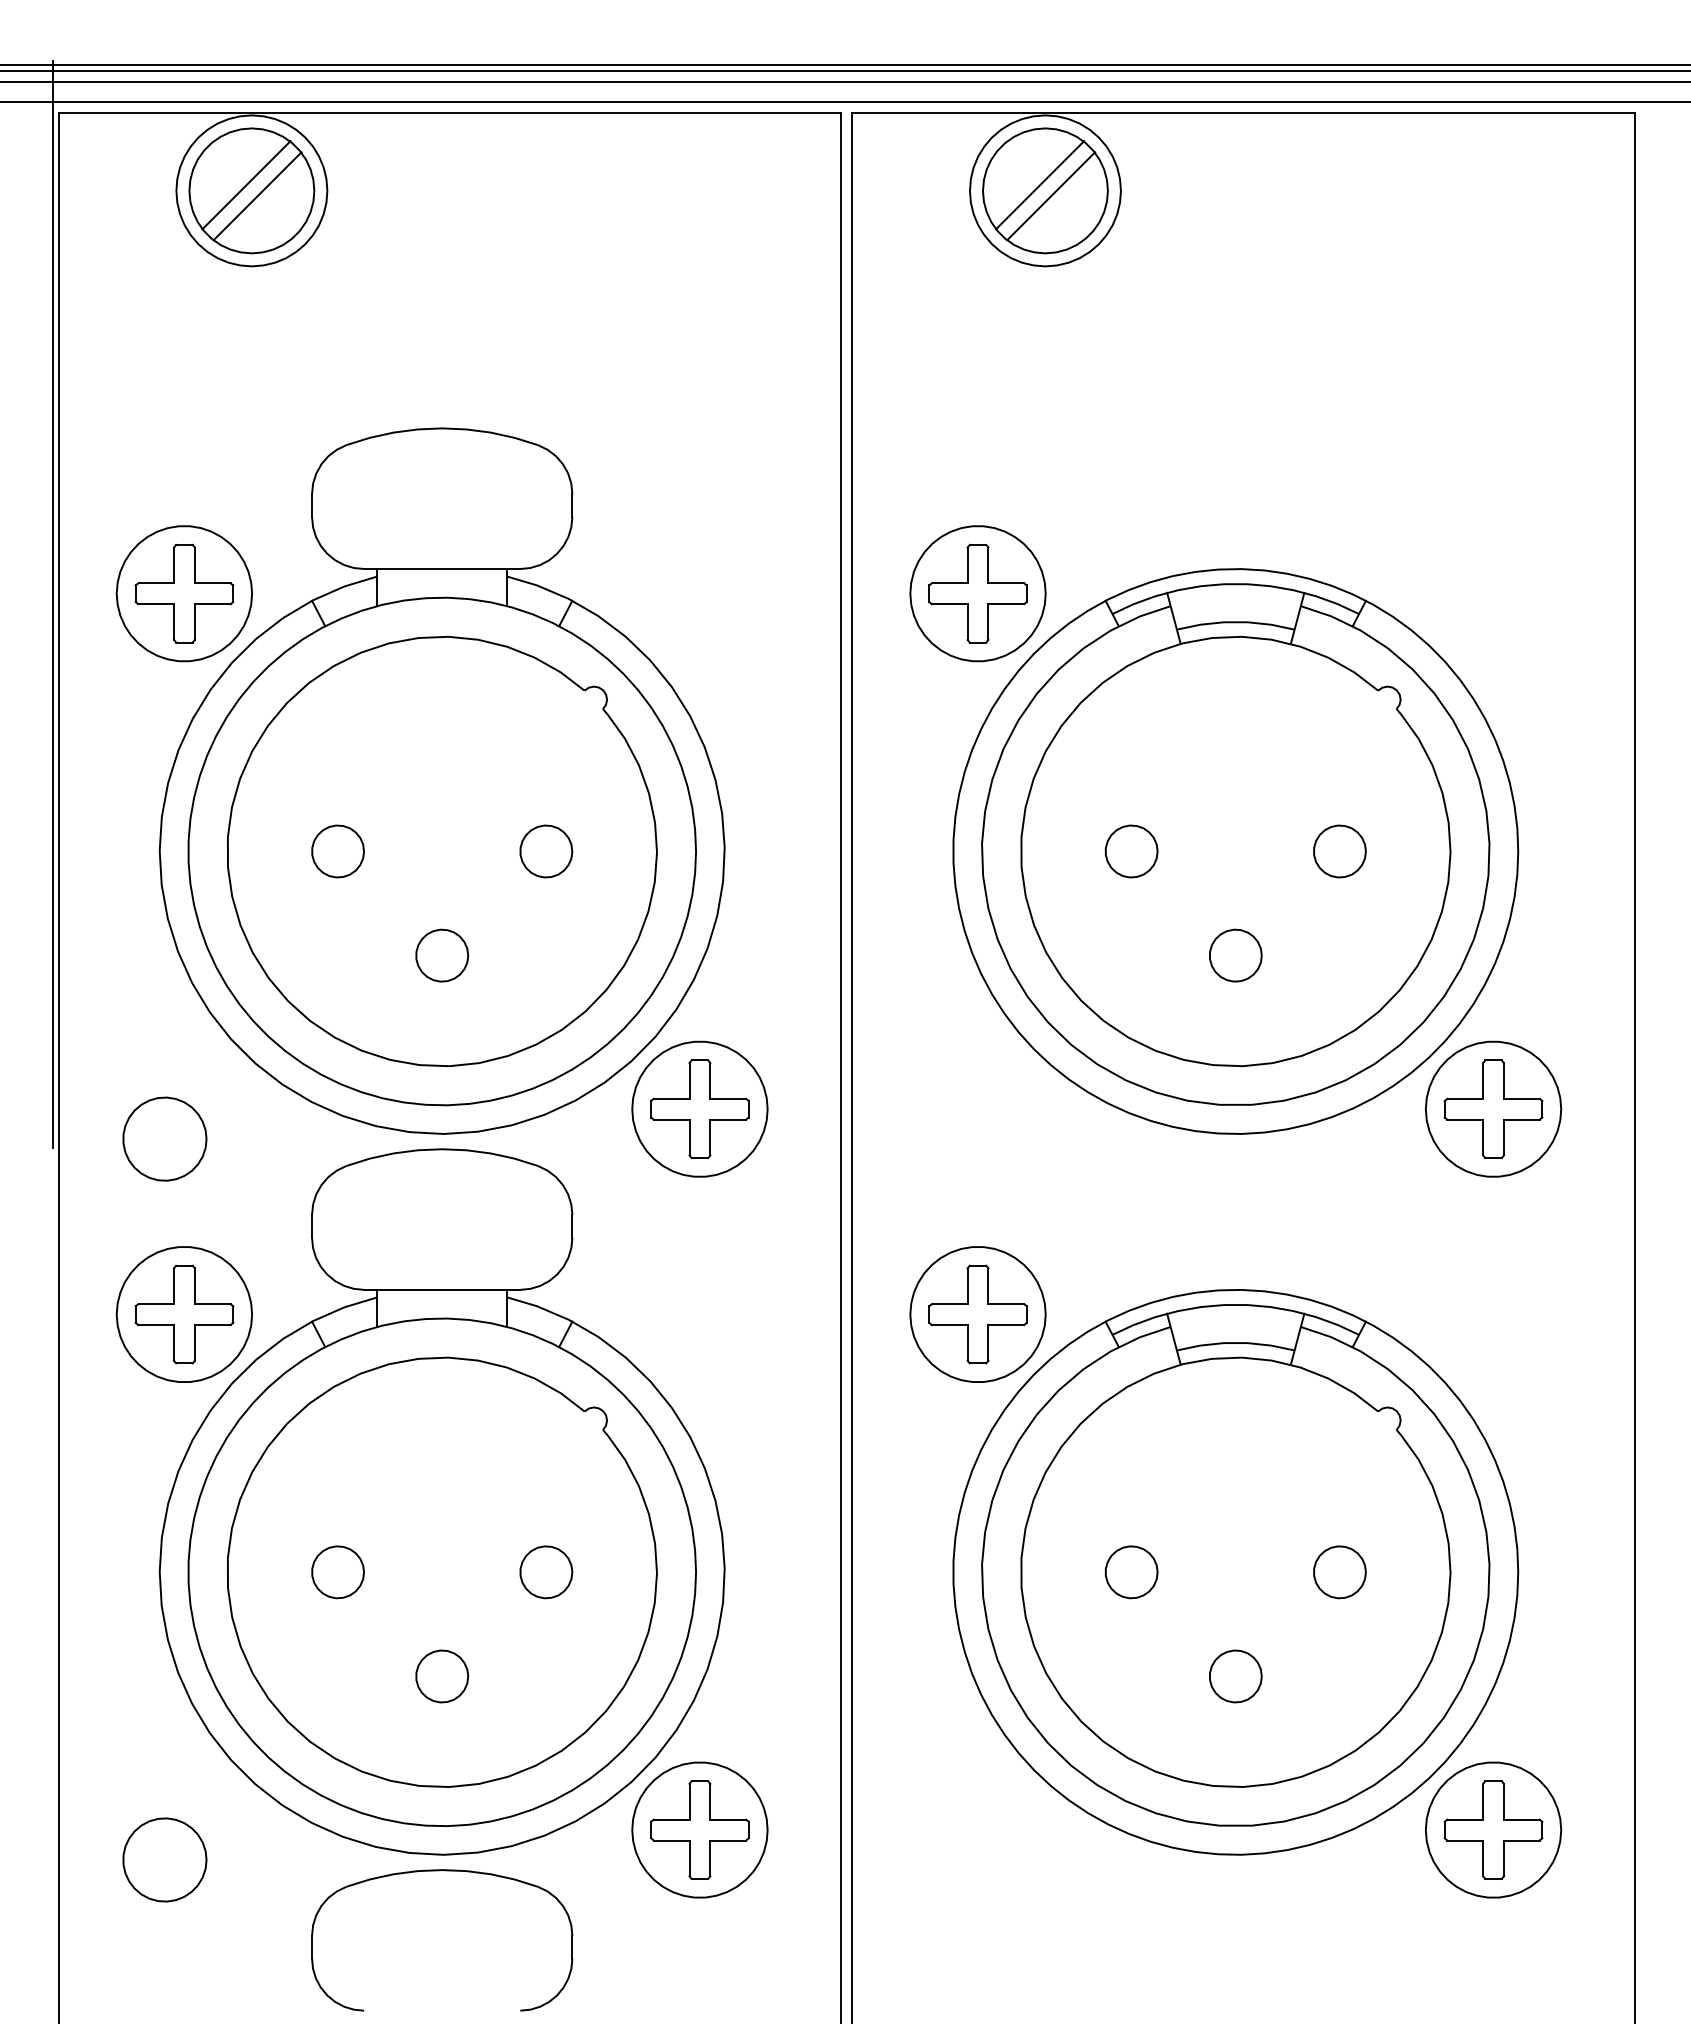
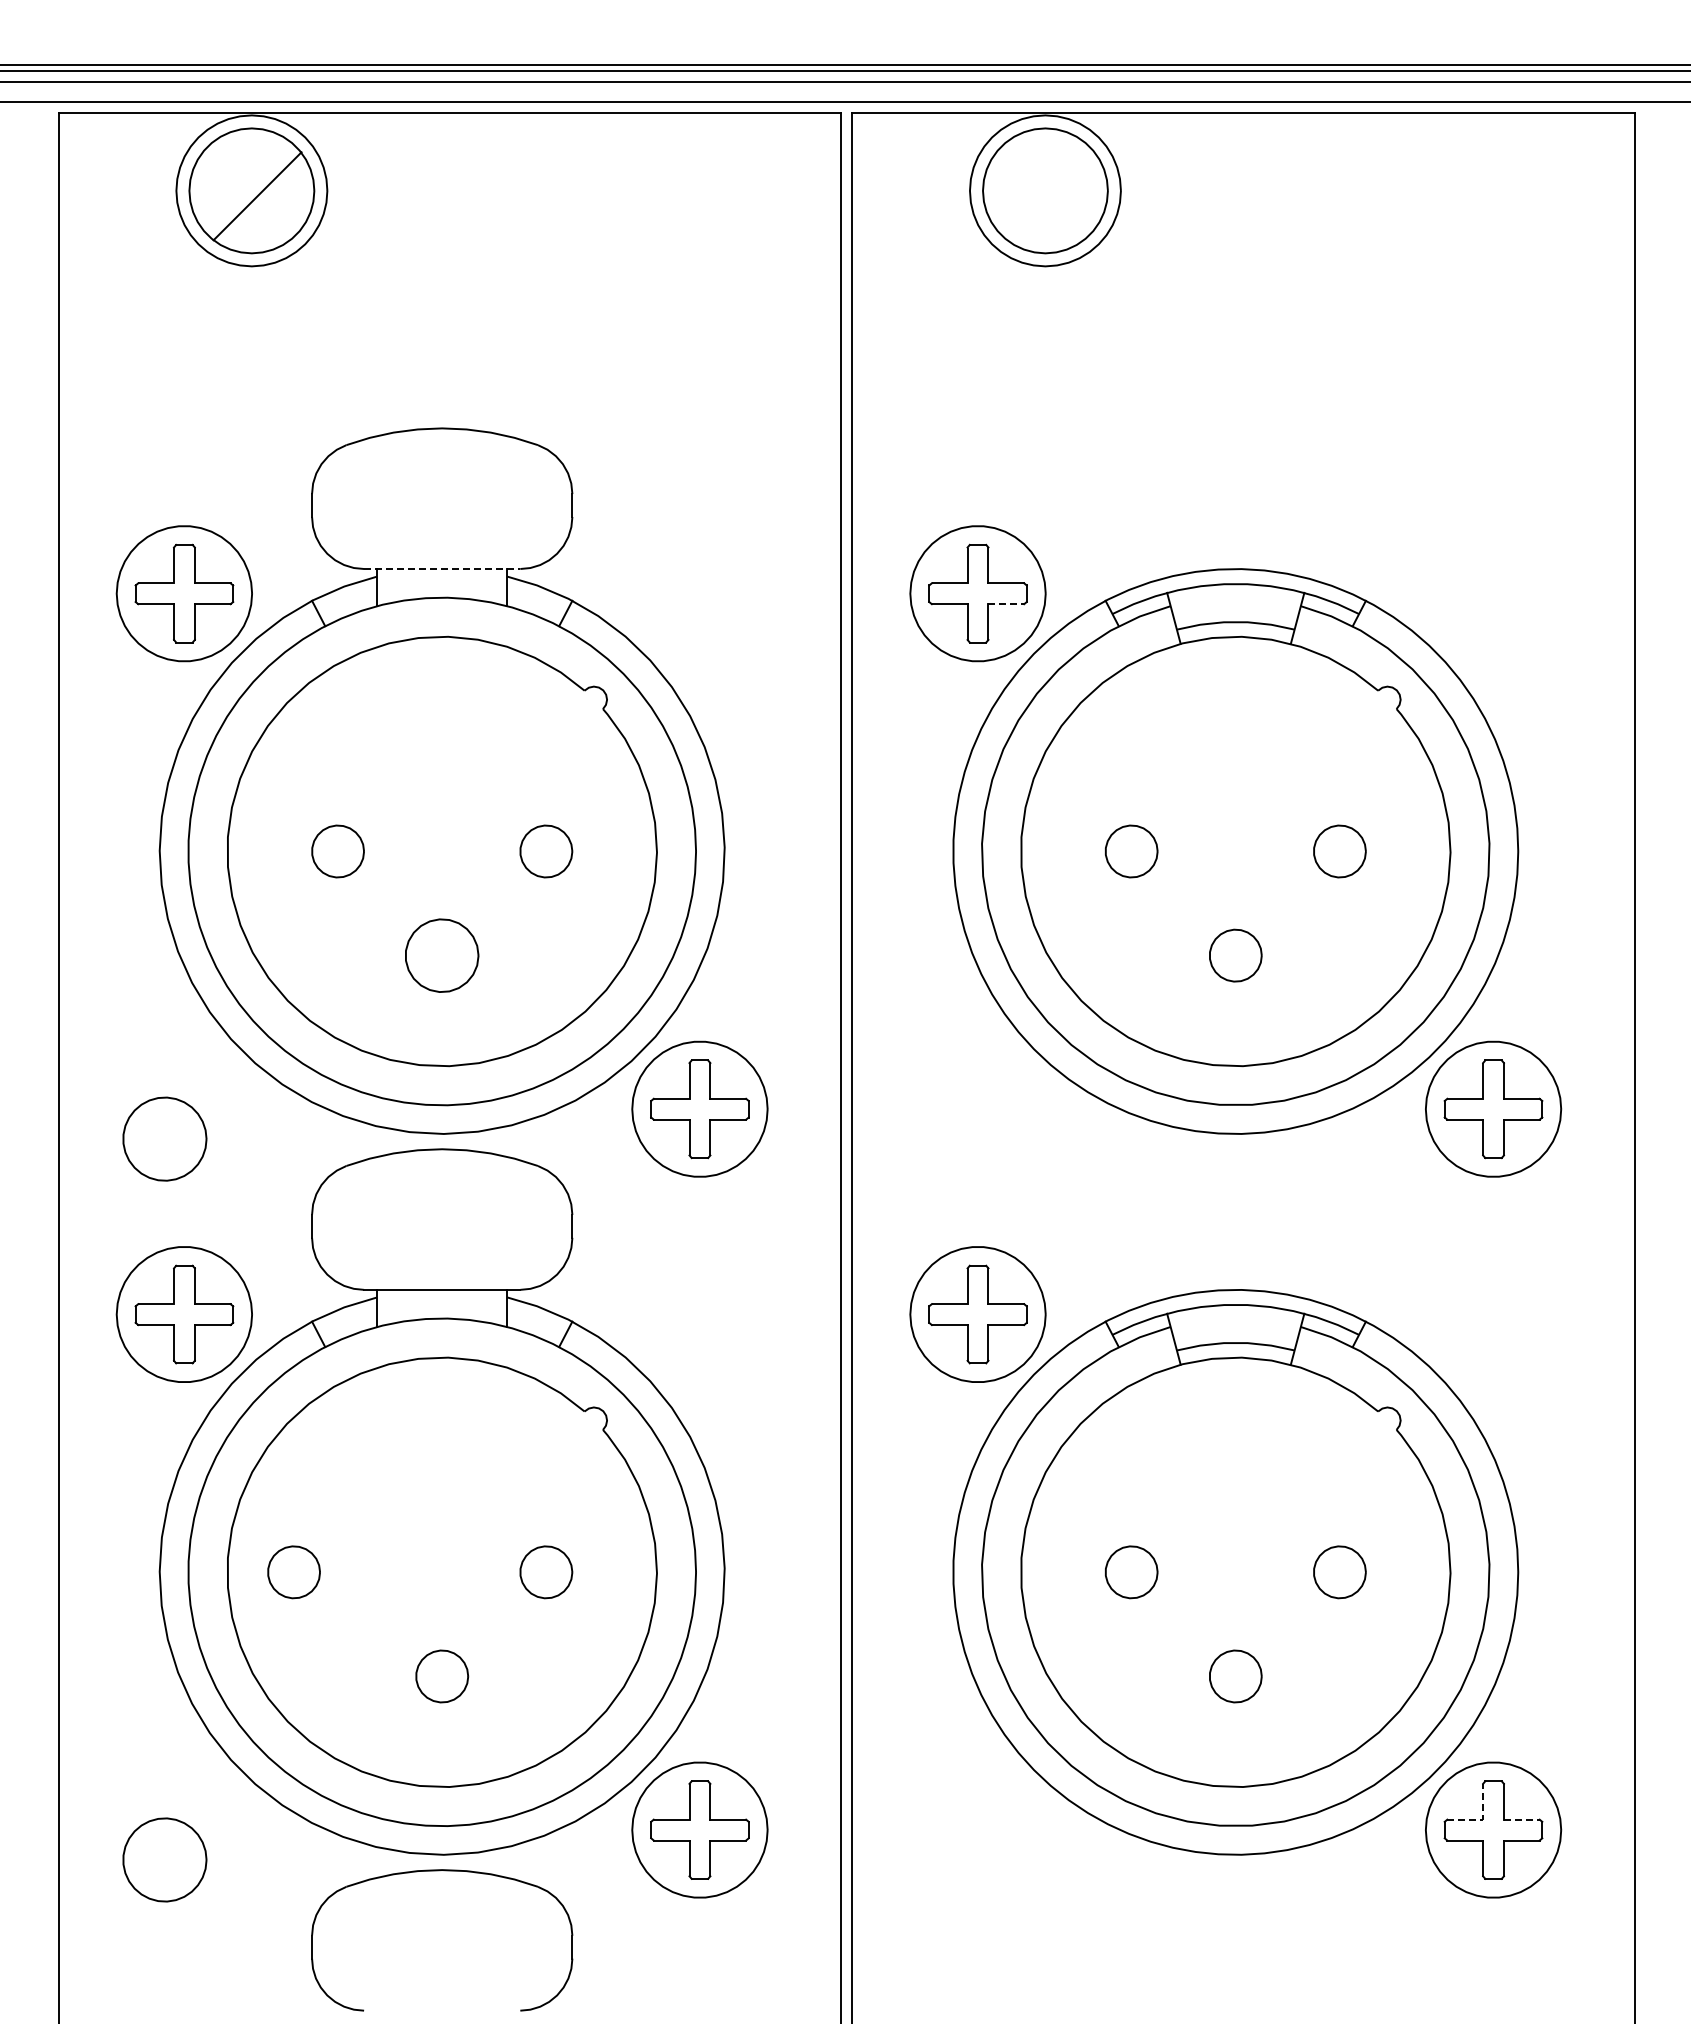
line at (246, 185): present -> none
line at (1040, 185): present -> none
line at (1051, 196): present -> none
line at (442, 569): solid -> dashed
line at (53, 604): present -> none
line at (1006, 604): solid -> dashed
part at (442, 955) size: 55x55 px -> 75x75 px
part at (337, 1572) position: (337, 1572) -> (293, 1572)
line at (1483, 1819): solid -> dashed
line at (1521, 1819): solid -> dashed
